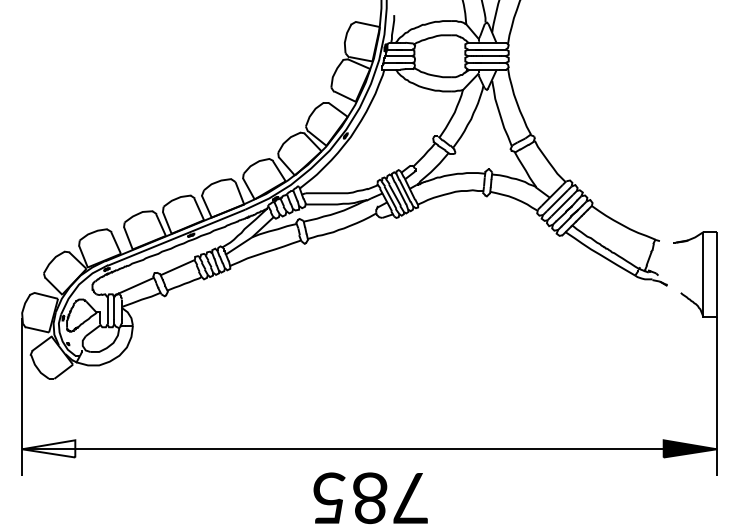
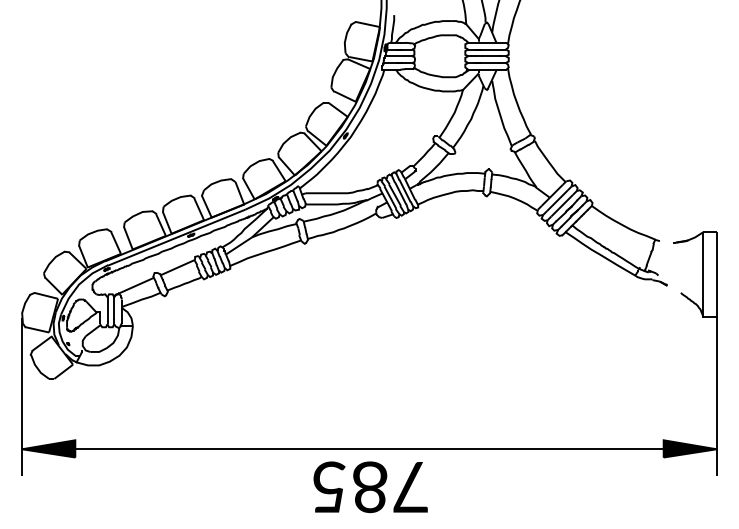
fill at (48, 448): none -> present
text at (370, 498) position: (370, 498) -> (370, 487)
